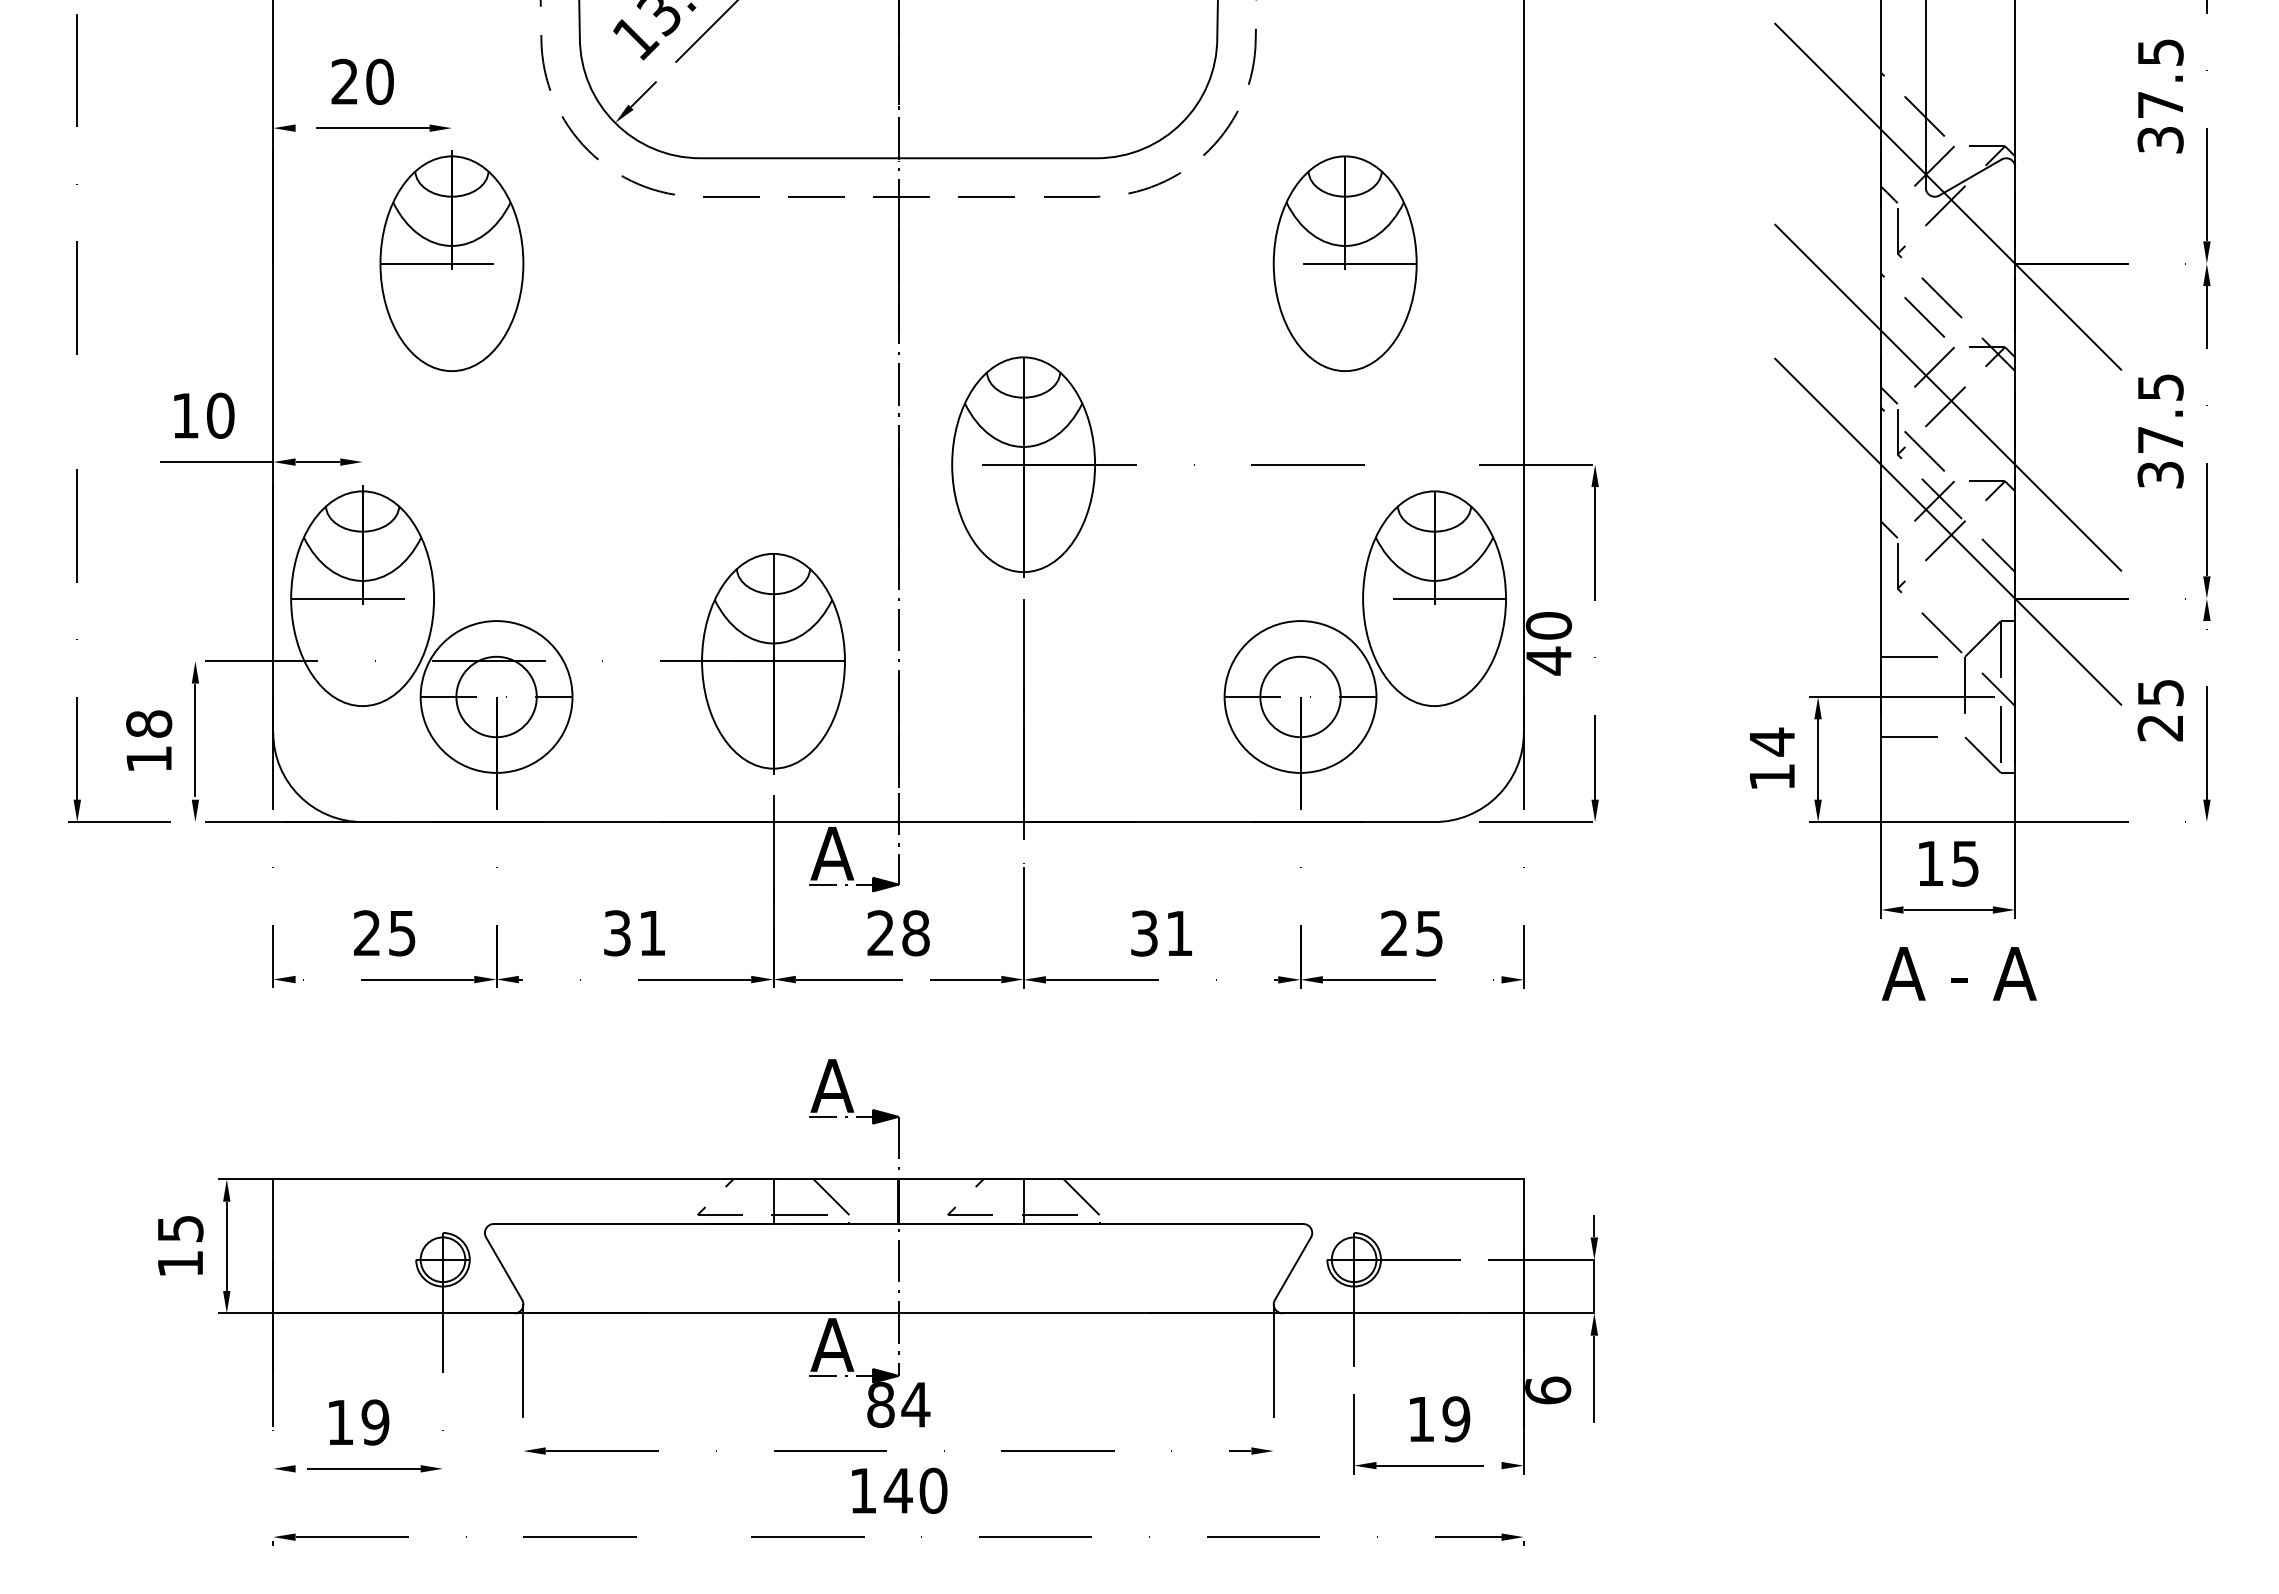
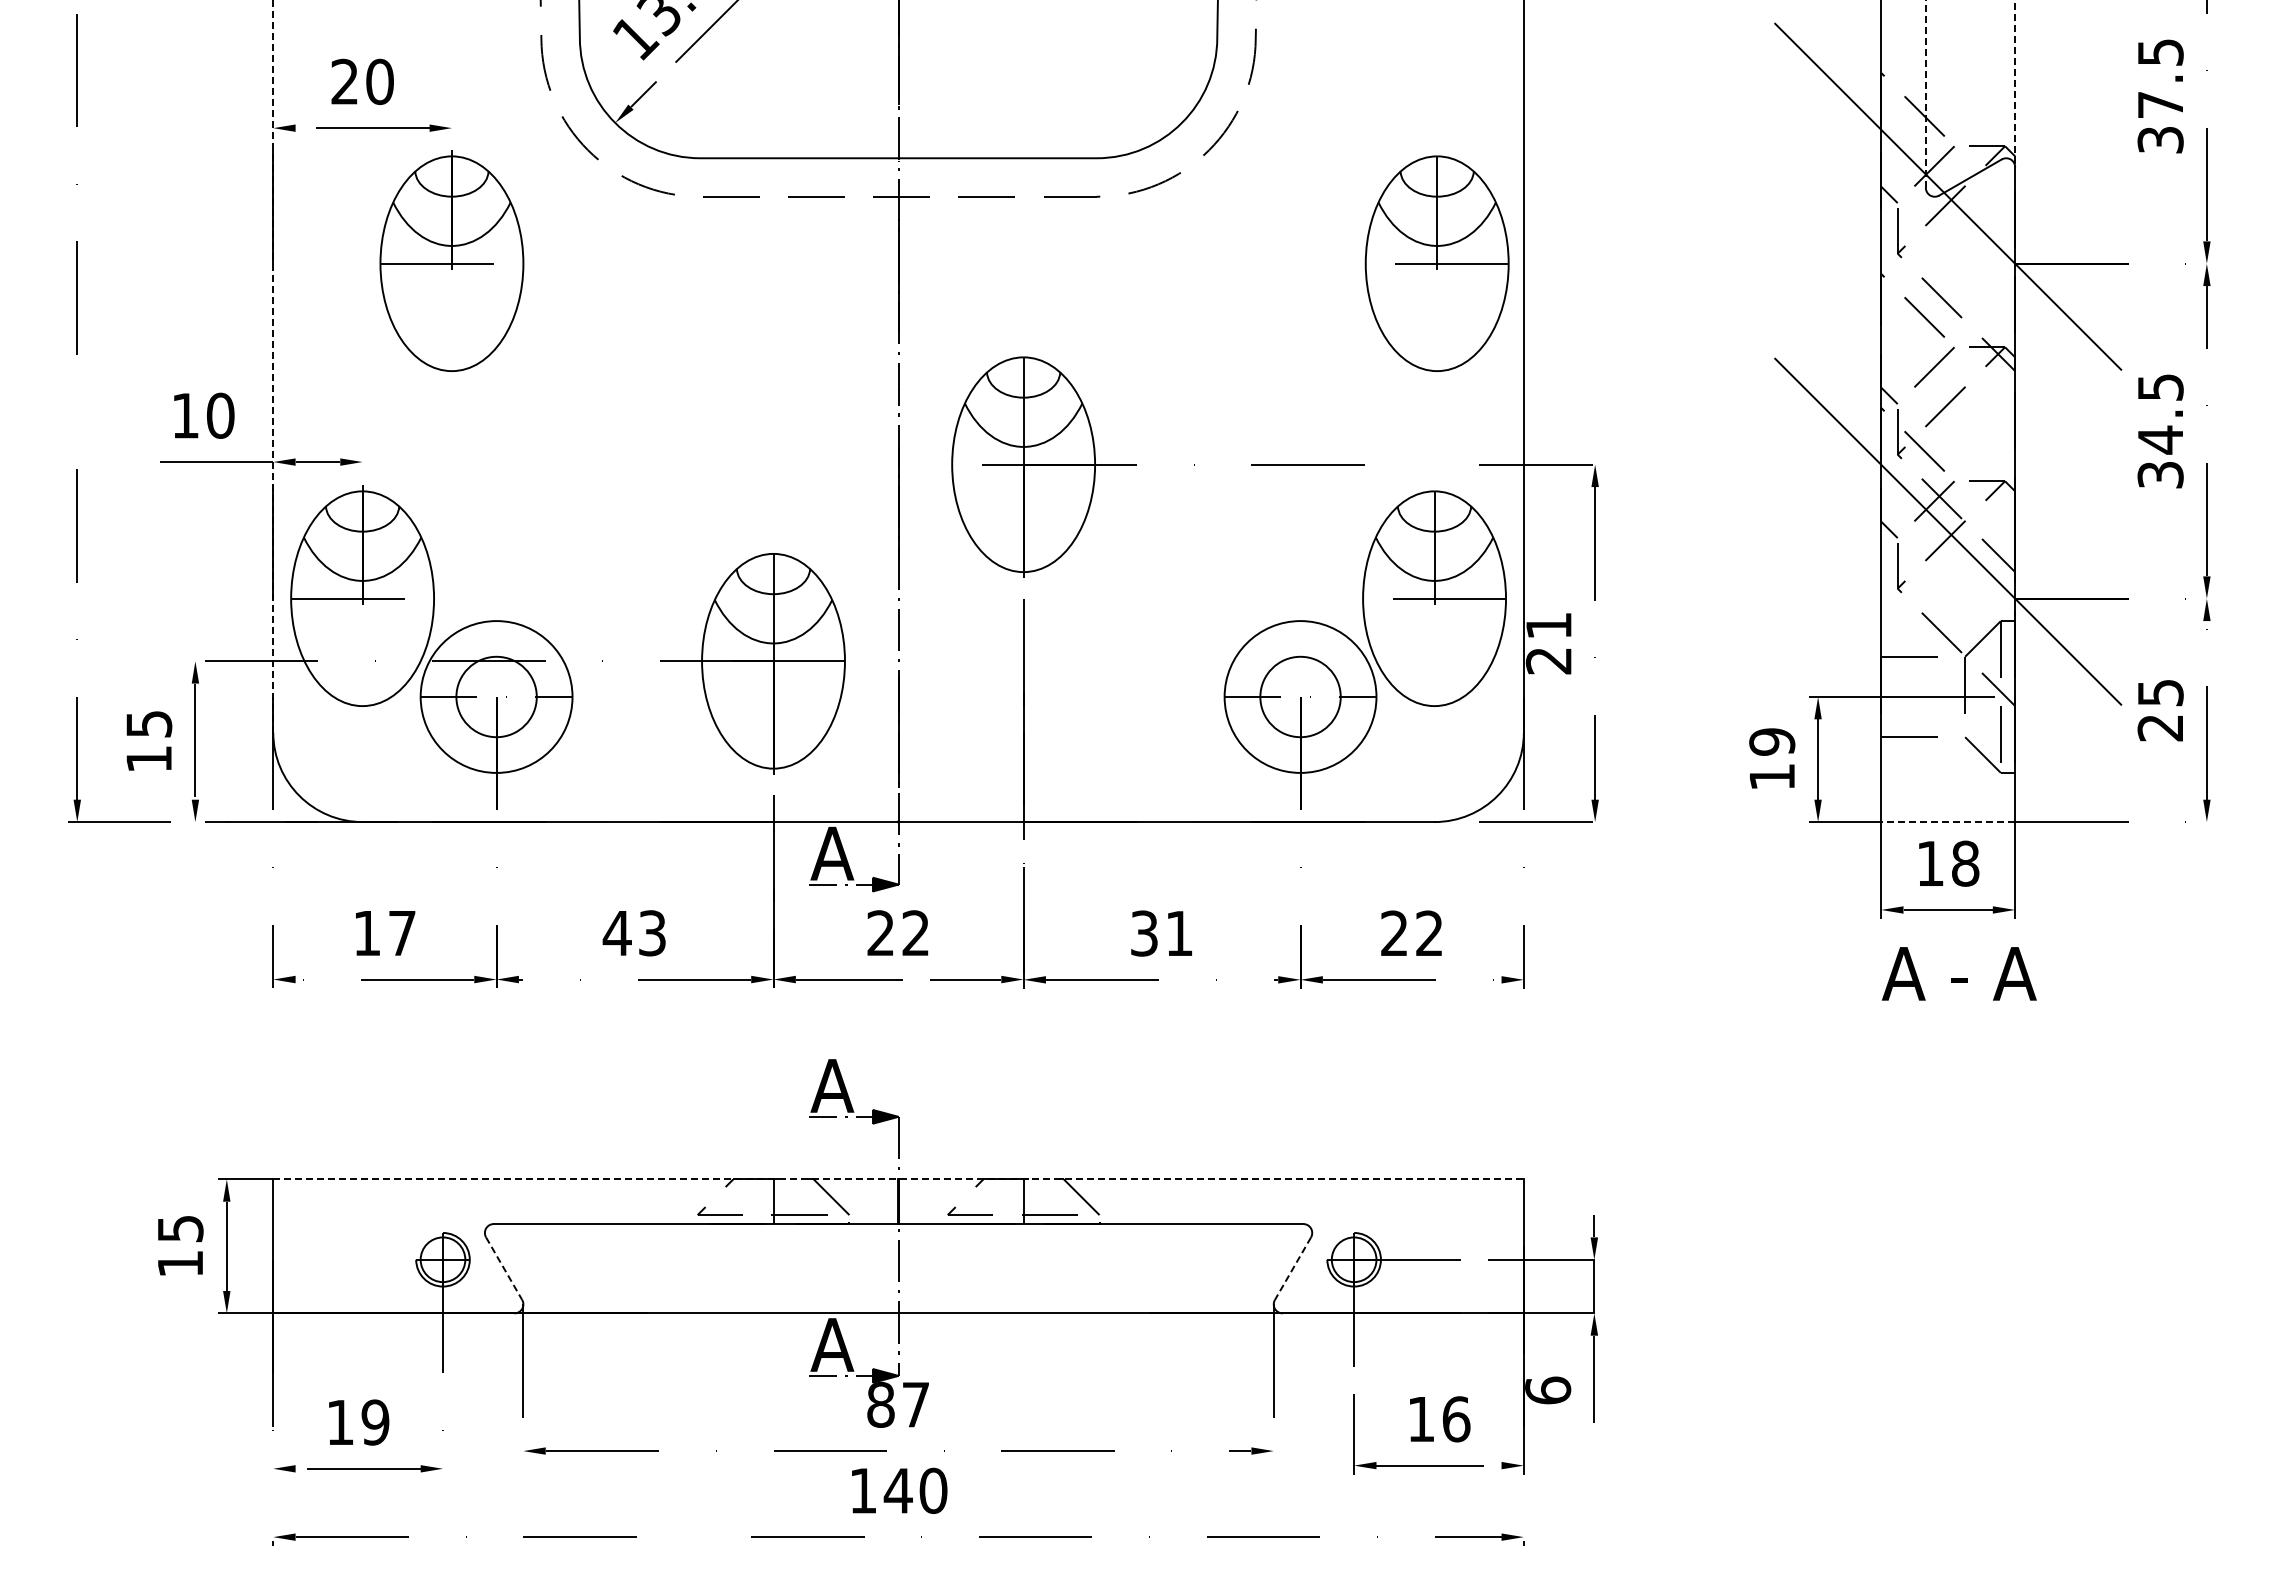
line at (2015, 84): solid -> dashed
line at (1925, 93): solid -> dashed
part at (1344, 263) position: (1344, 263) -> (1436, 263)
line at (273, 366): solid -> dashed
line at (1948, 397): present -> none
text at (2160, 439): 37.5 -> 34.5
text at (1548, 643): 40 -> 21
text at (149, 723): 18 -> 15
text at (1772, 741): 14 -> 19
line at (1948, 822): solid -> dashed
text at (1965, 863): 15 -> 18
text at (384, 933): 25 -> 17
text at (633, 933): 31 -> 43
text at (915, 933): 28 -> 22
text at (1429, 933): 25 -> 22
line at (899, 1179): solid -> dashed
line at (504, 1269): solid -> dashed
line at (1292, 1269): solid -> dashed
text at (915, 1404): 84 -> 87
text at (1456, 1419): 19 -> 16
